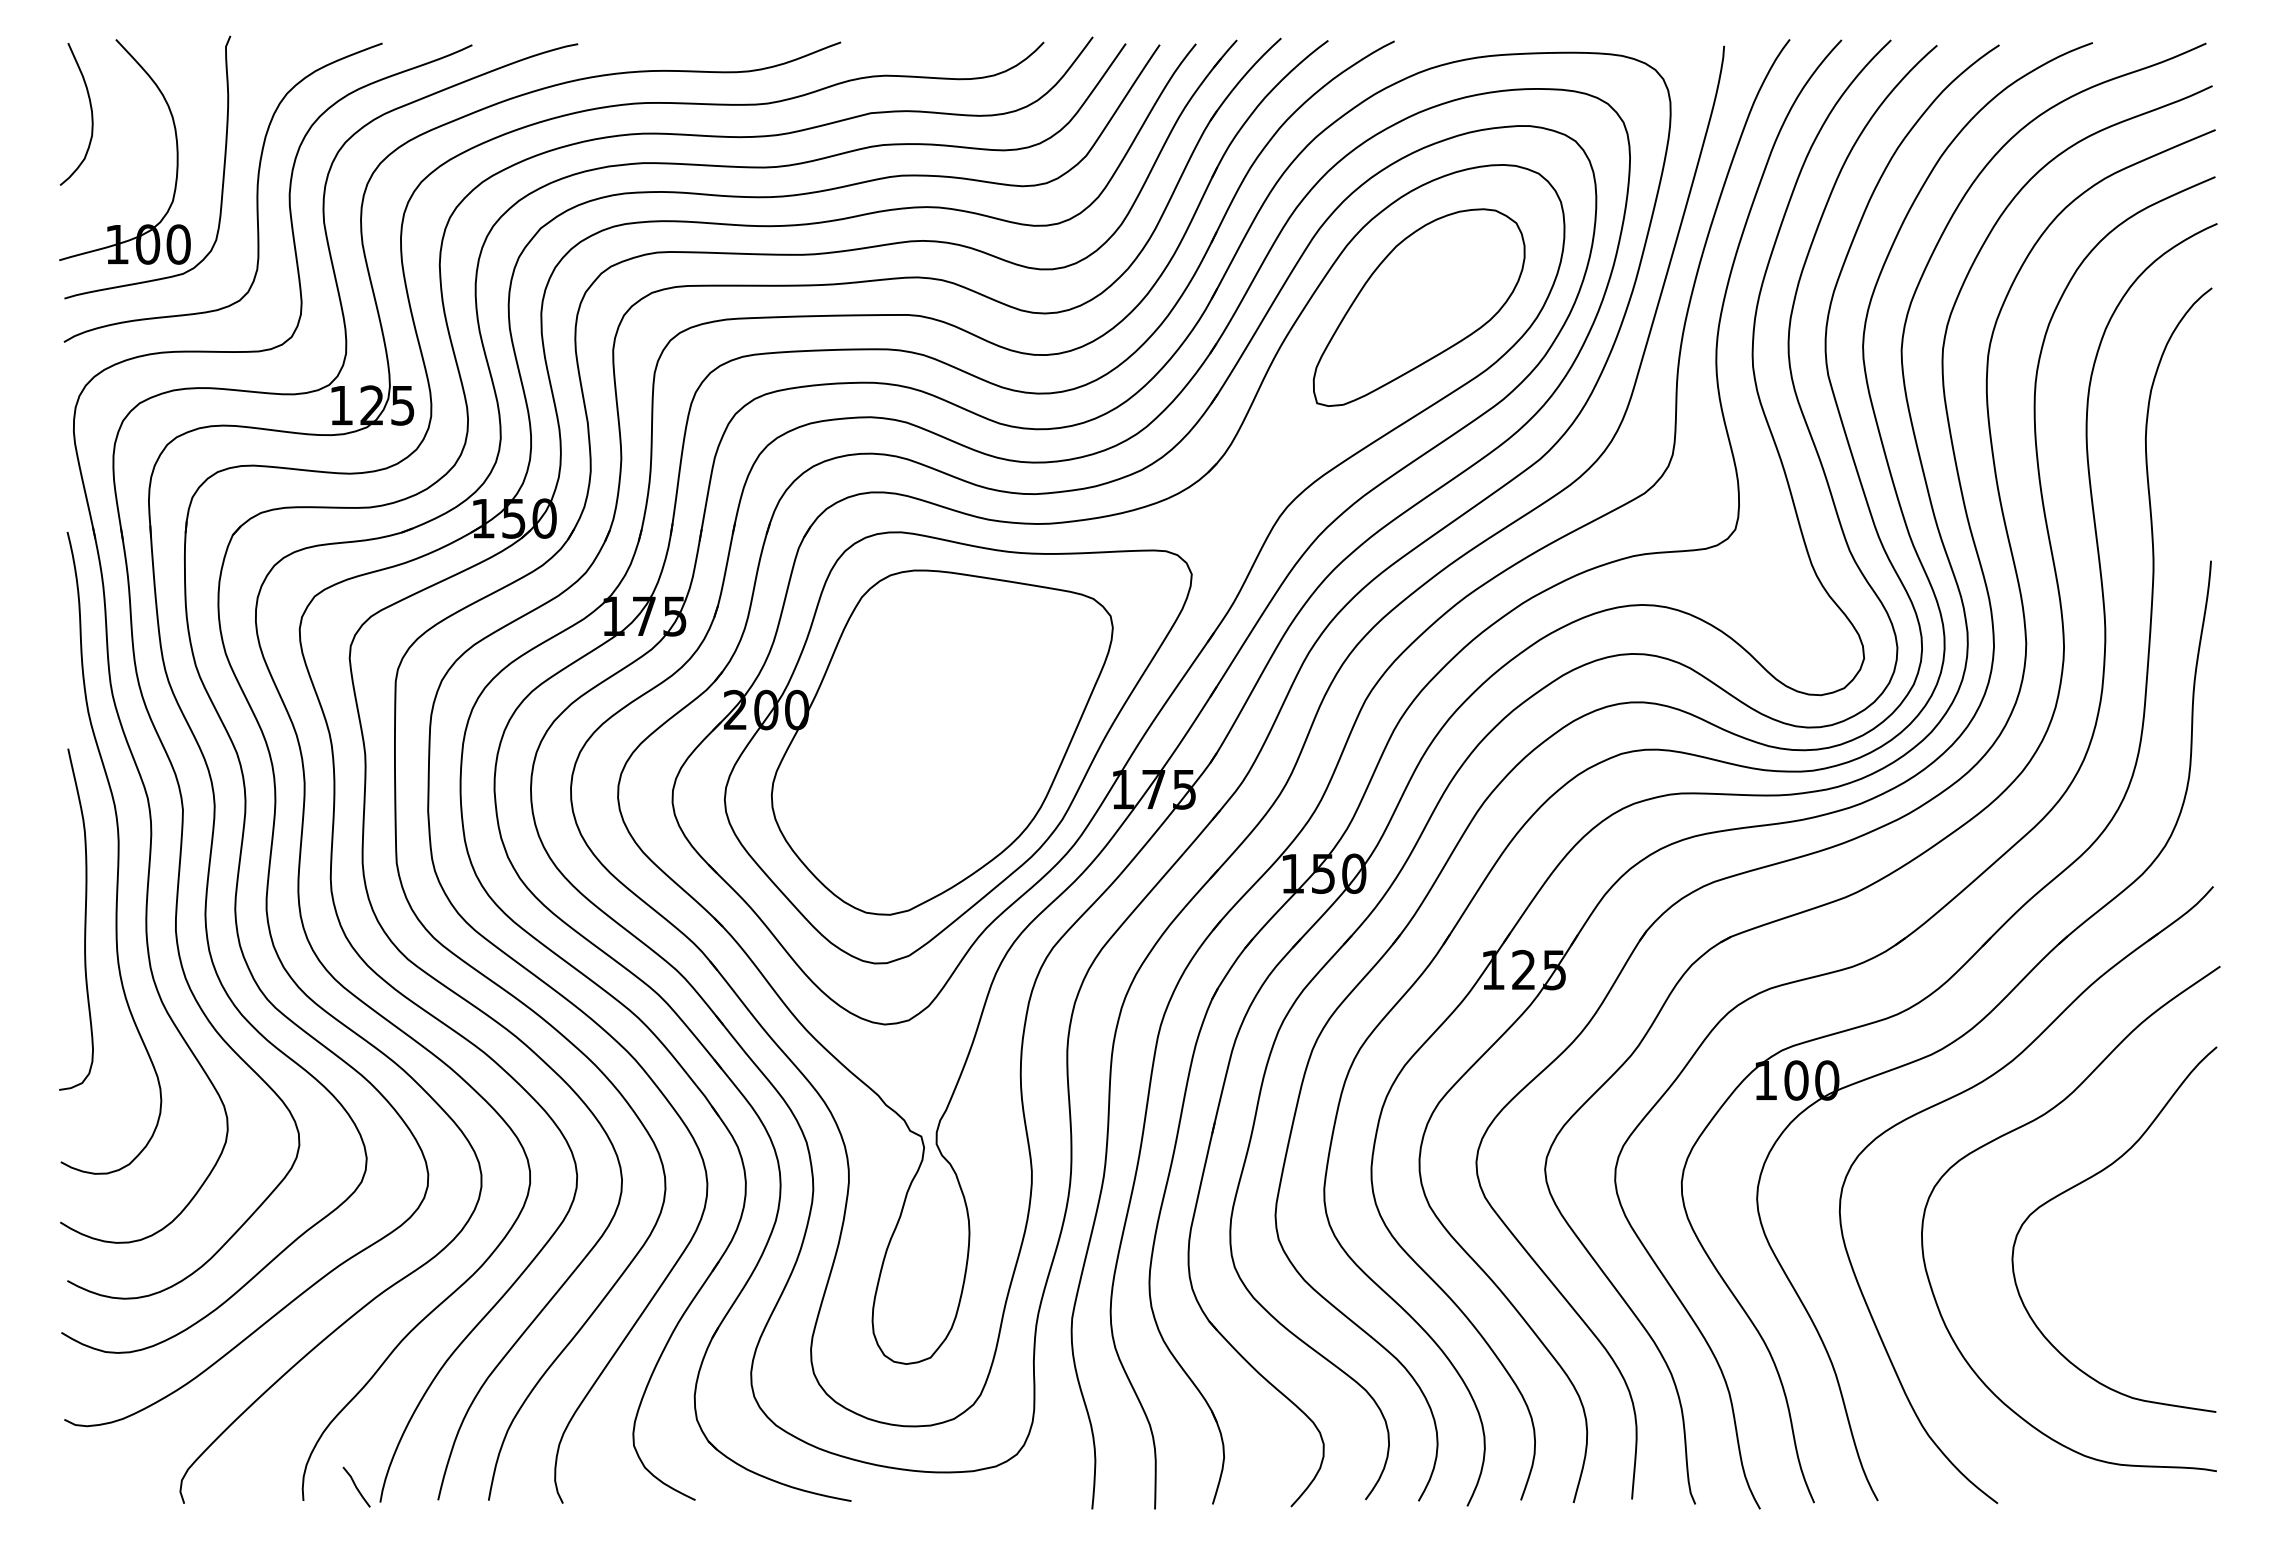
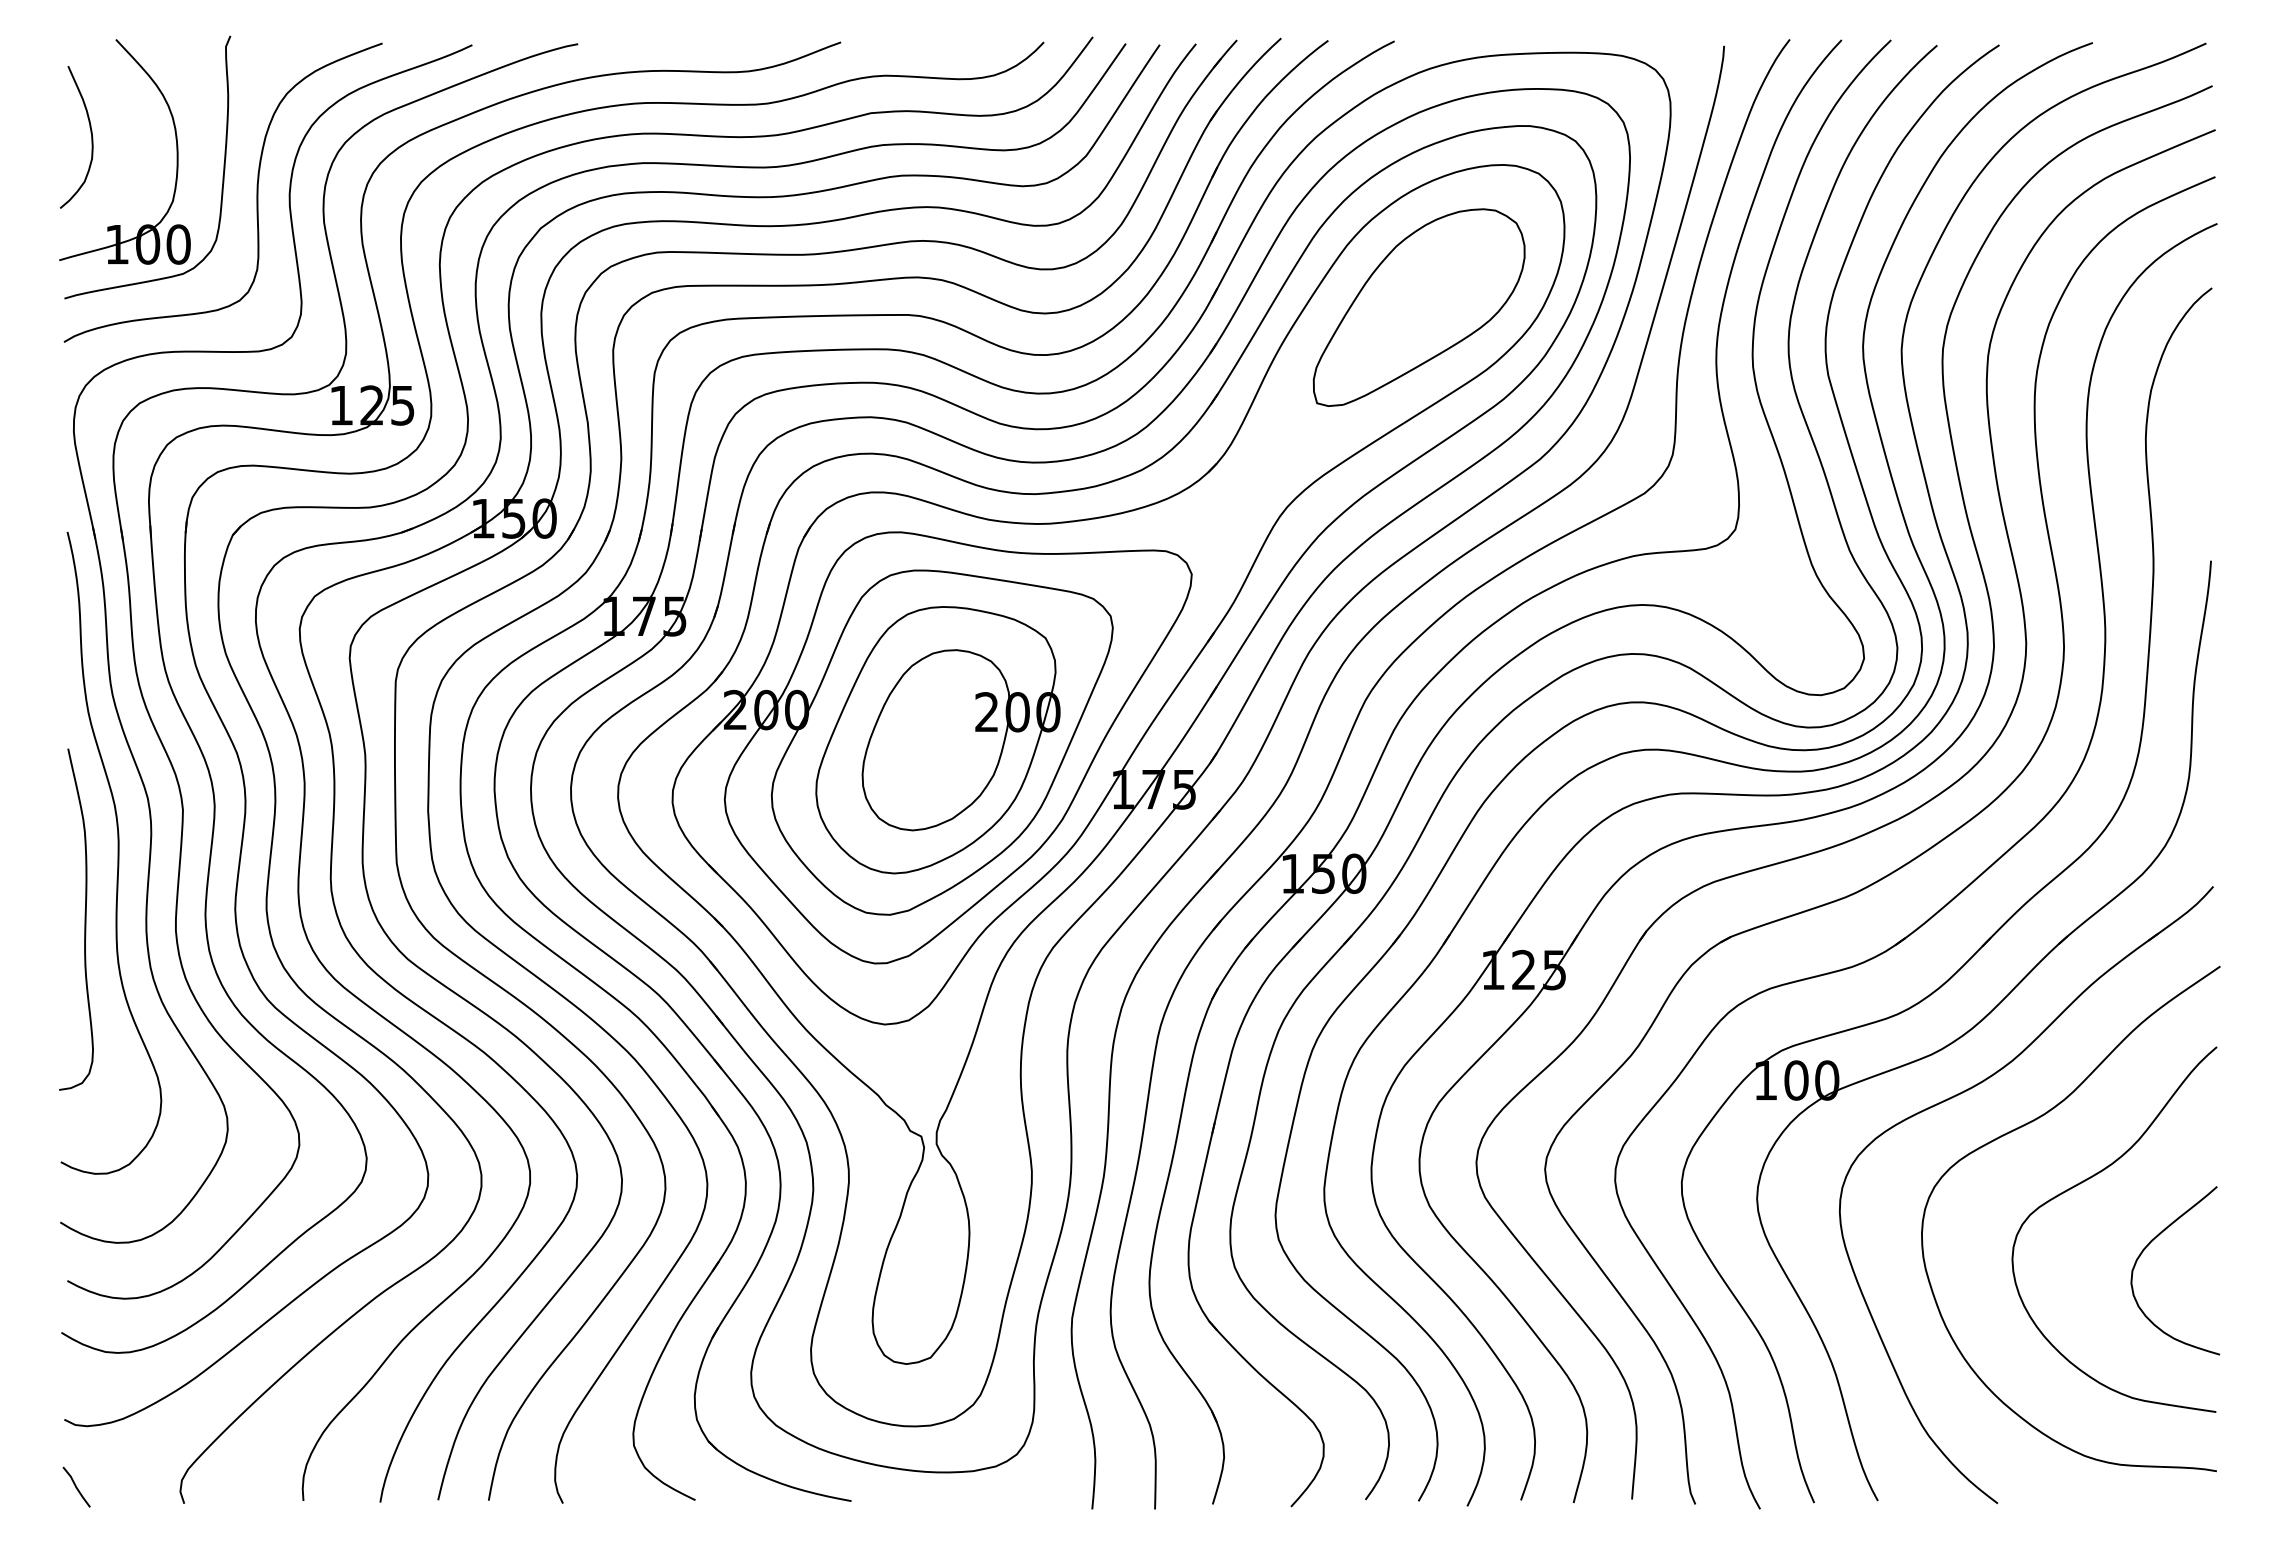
curve at (90, 110) position: (90, 110) -> (90, 133)
part at (937, 740): none -> present
curve at (2147, 1247): none -> present
line at (356, 1486) position: (356, 1486) -> (76, 1486)
